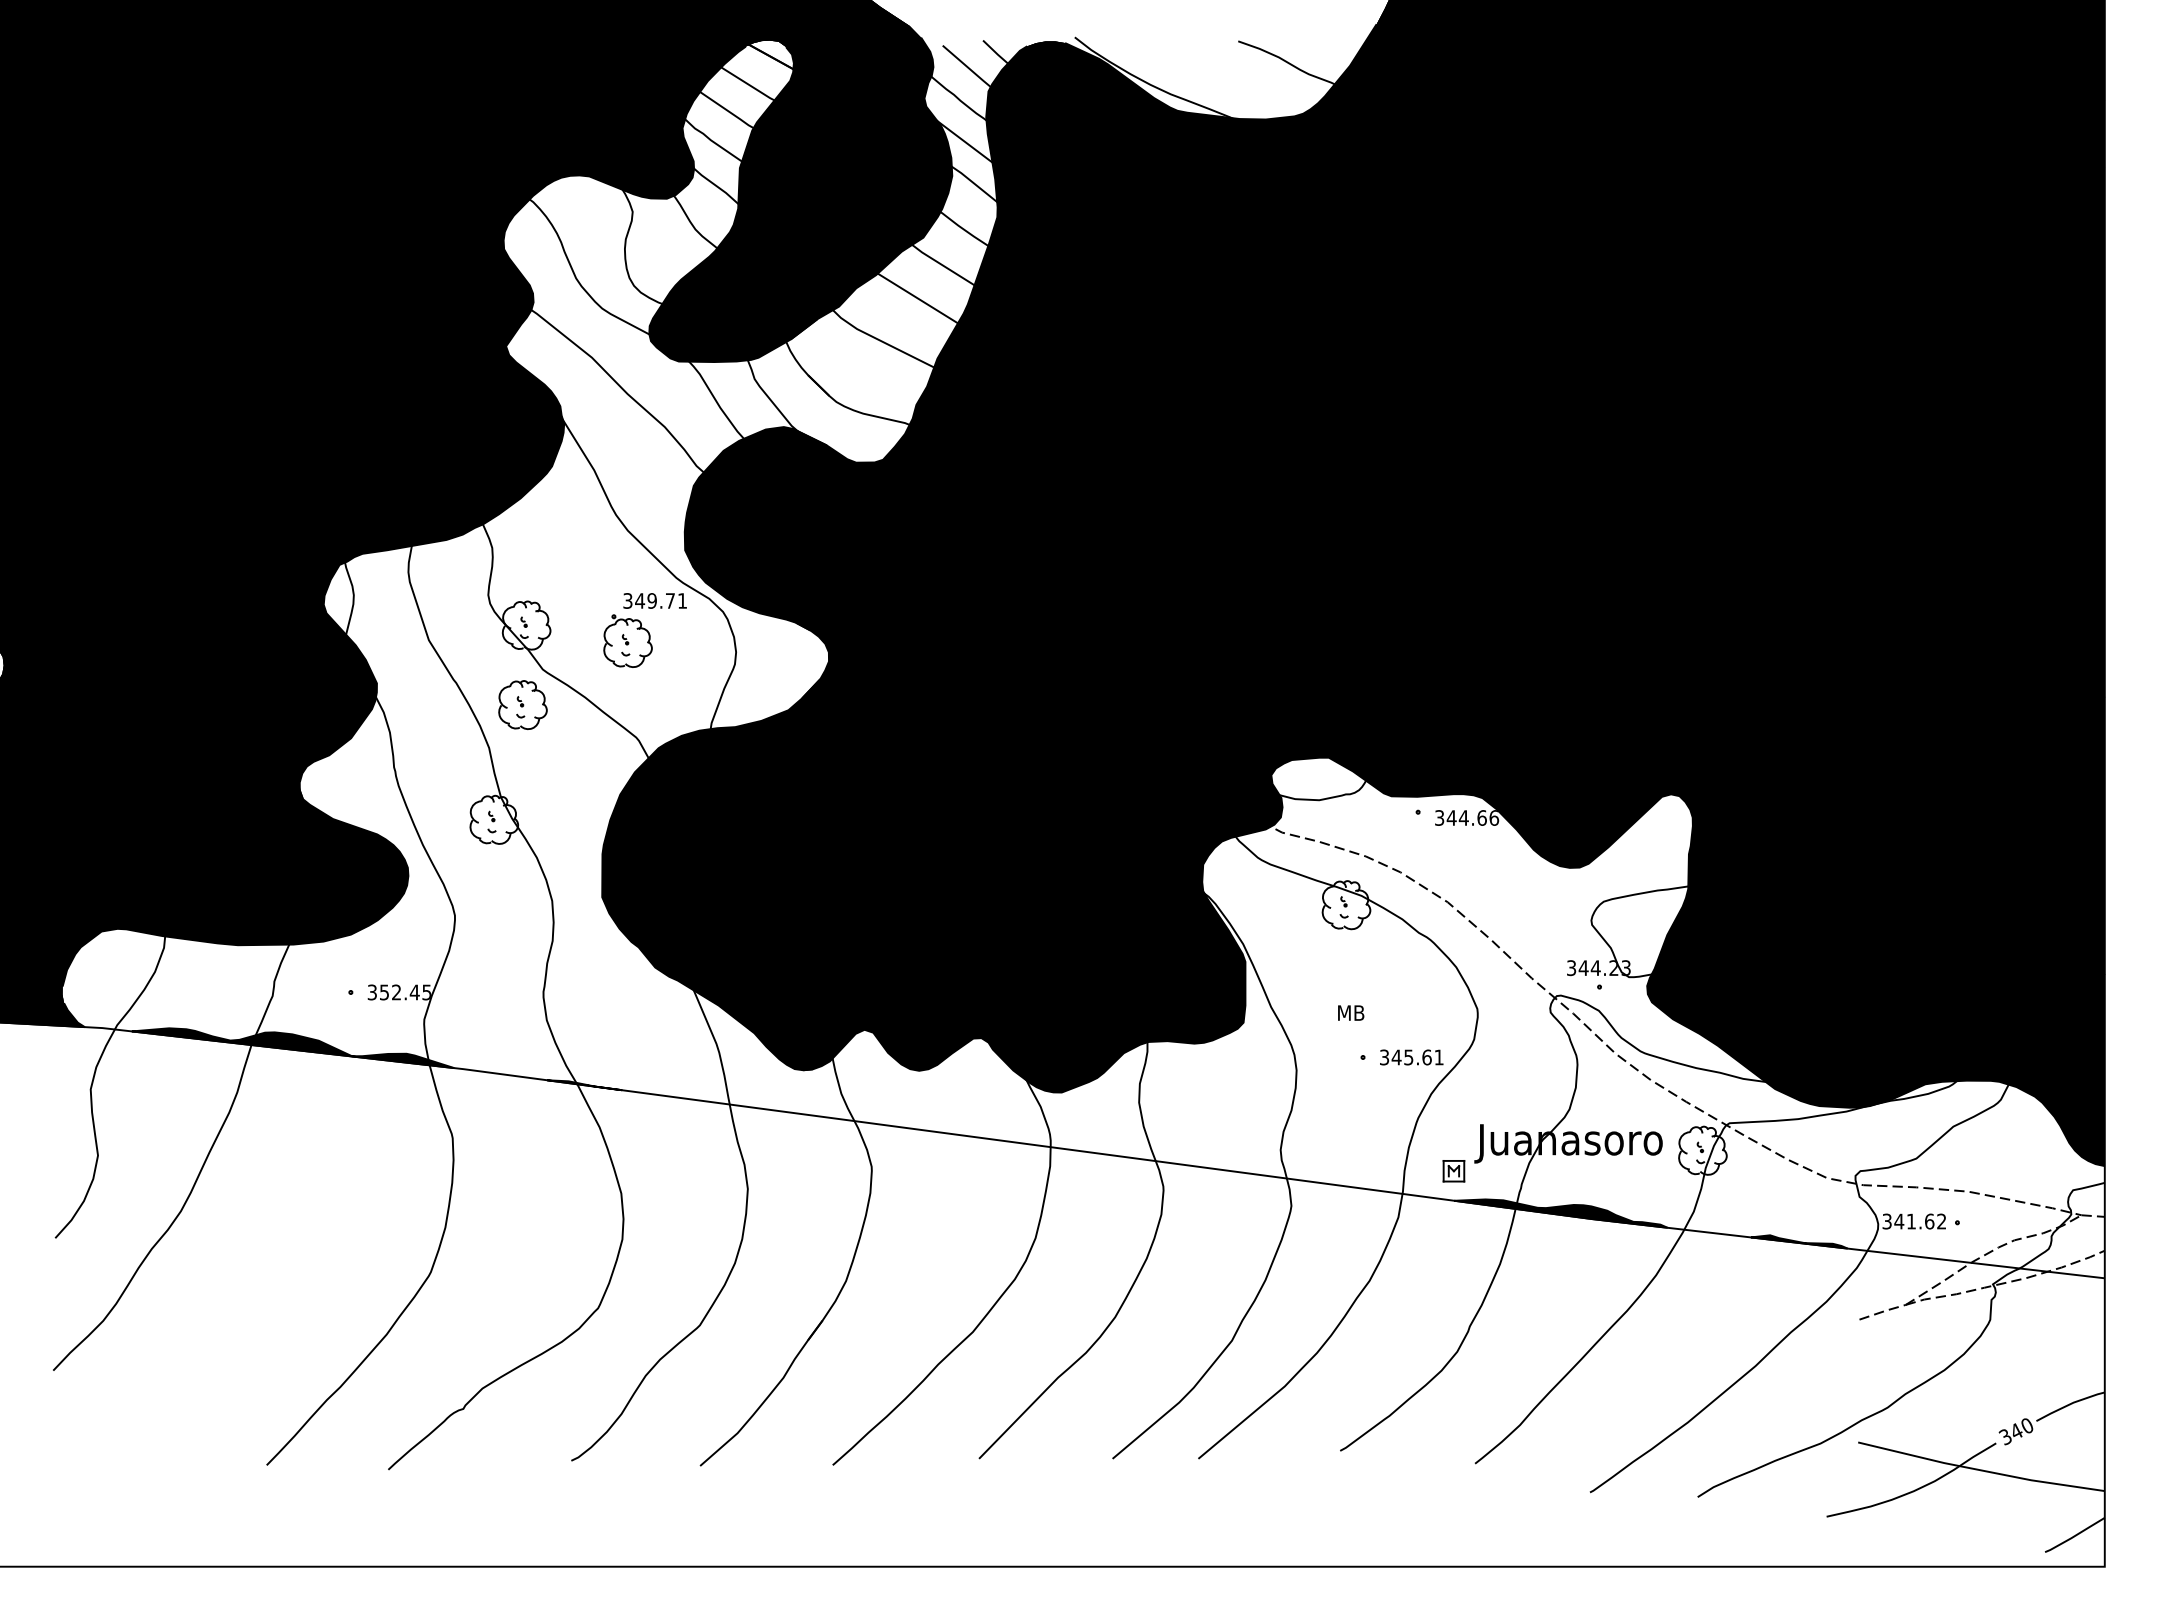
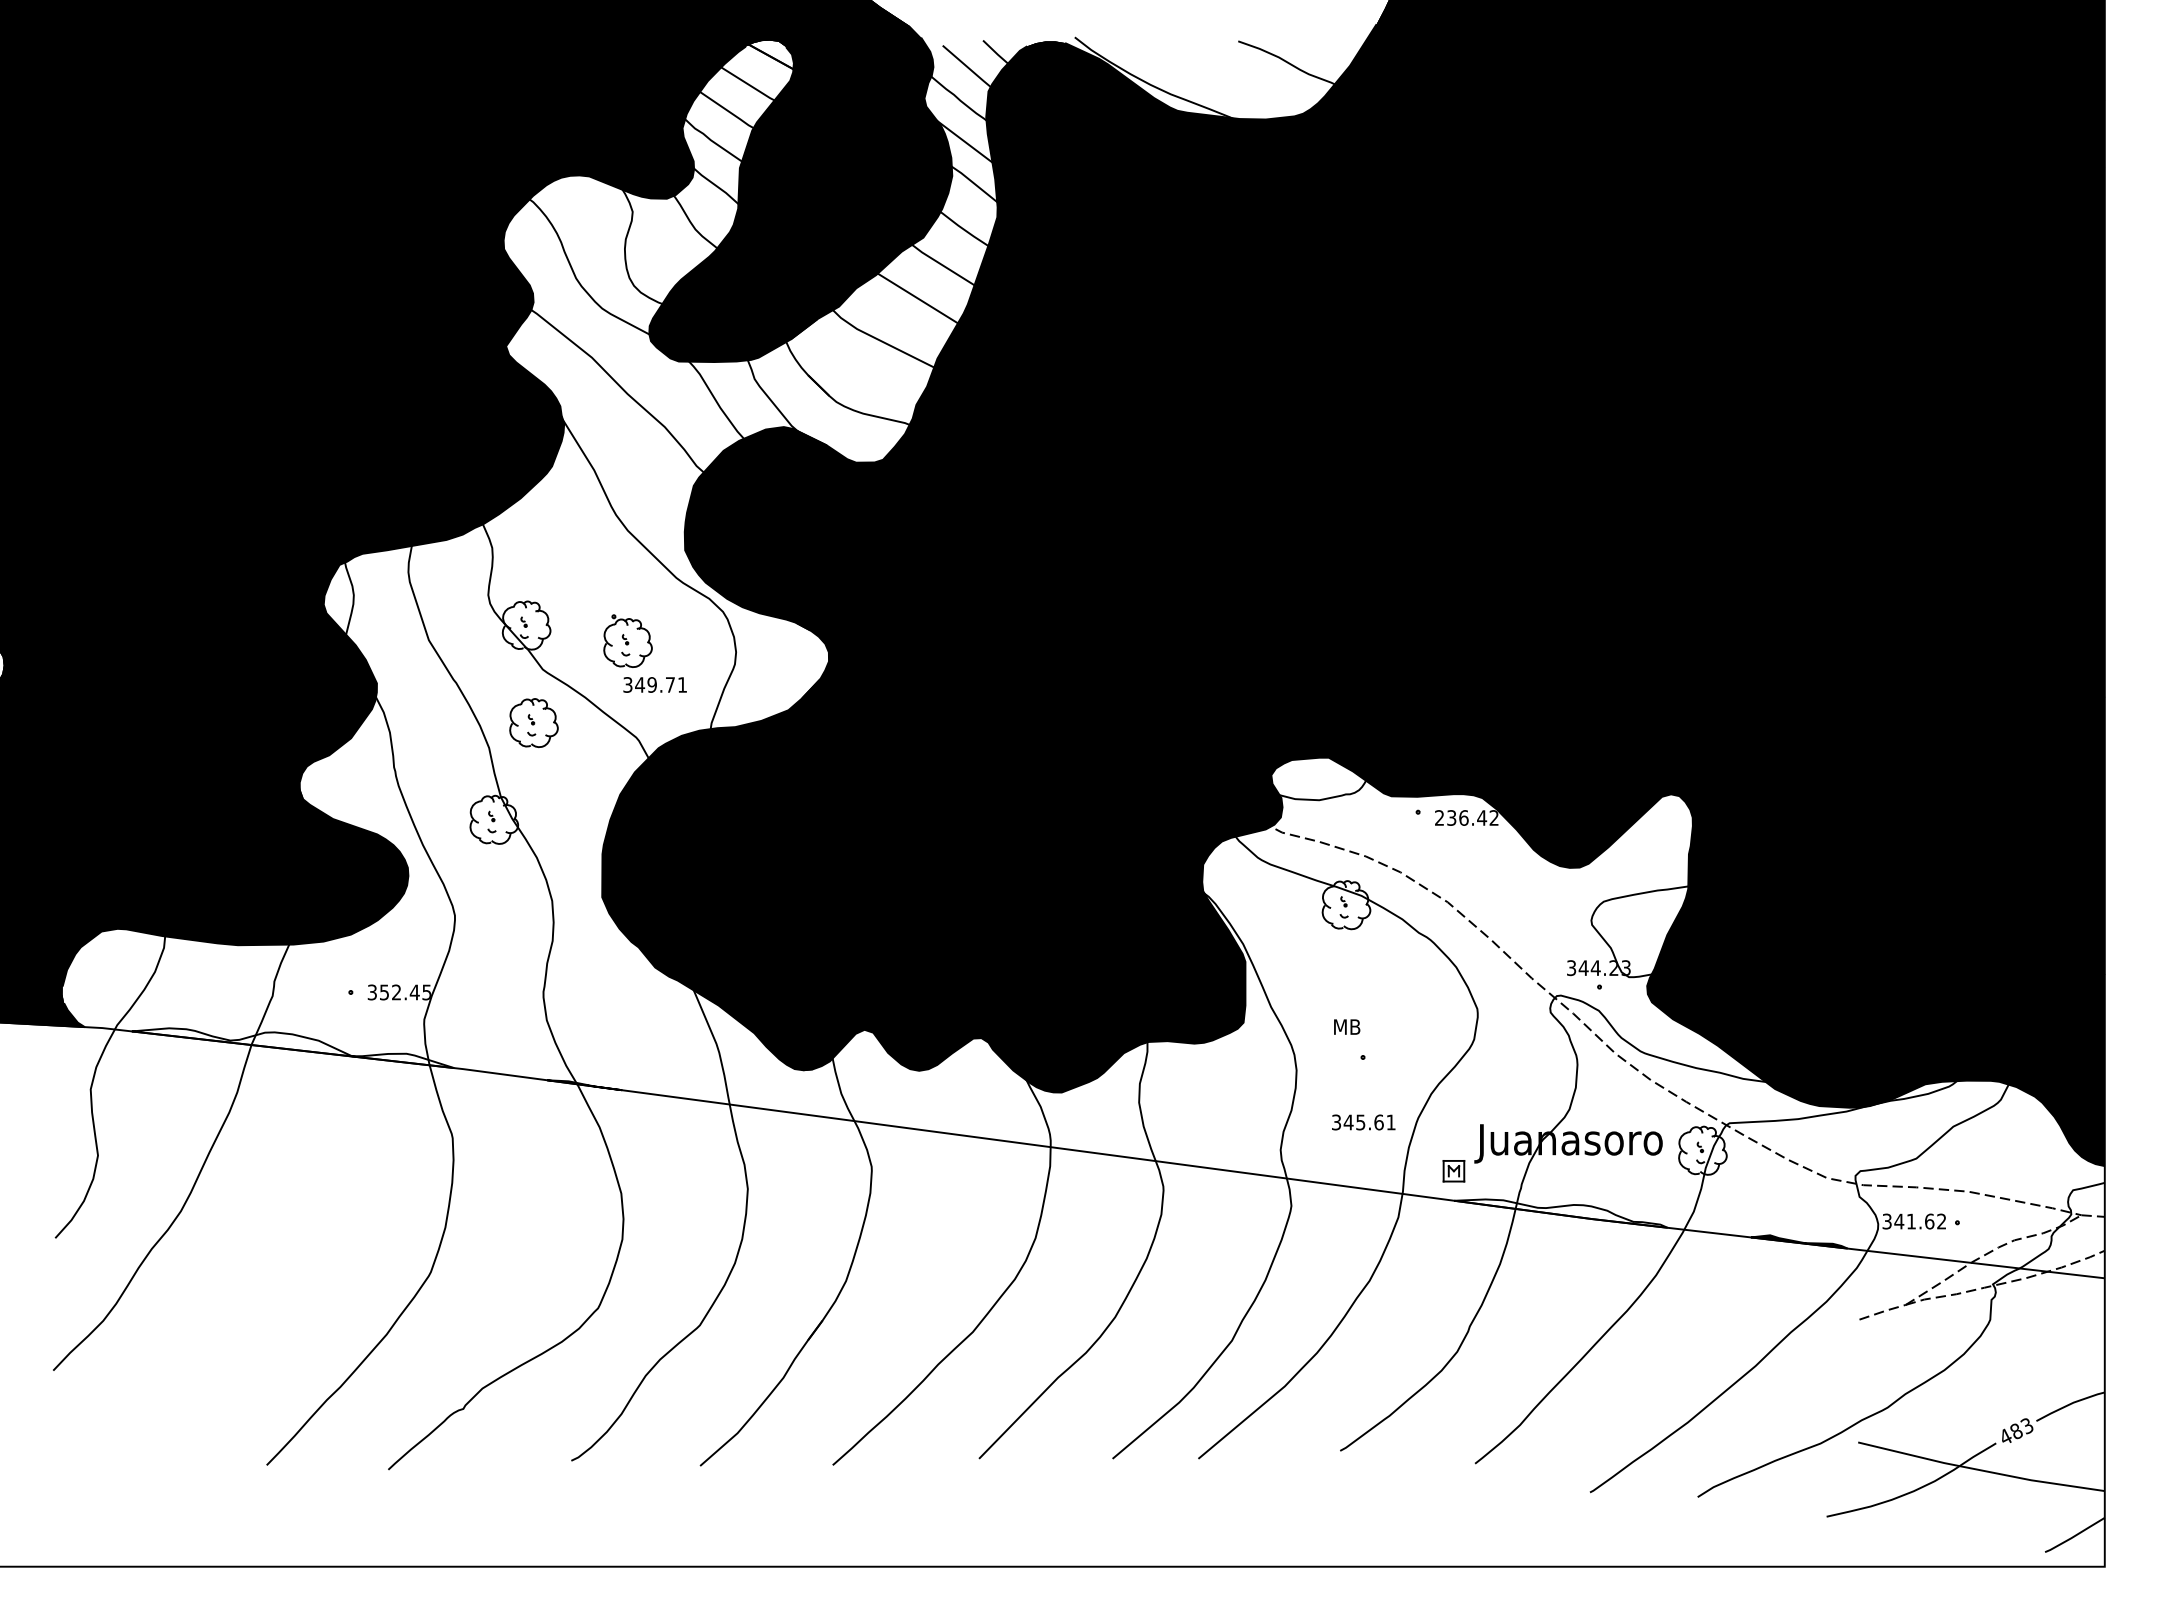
text at (654, 600) position: (654, 600) -> (654, 684)
part at (522, 704) position: (522, 704) -> (533, 722)
text at (1467, 817): 344.66 -> 236.42
text at (1351, 1012) position: (1351, 1012) -> (1347, 1026)
fill at (292, 1048): present -> none
text at (1411, 1057) position: (1411, 1057) -> (1363, 1122)
fill at (1560, 1213): present -> none
text at (2015, 1431): 340 -> 483
